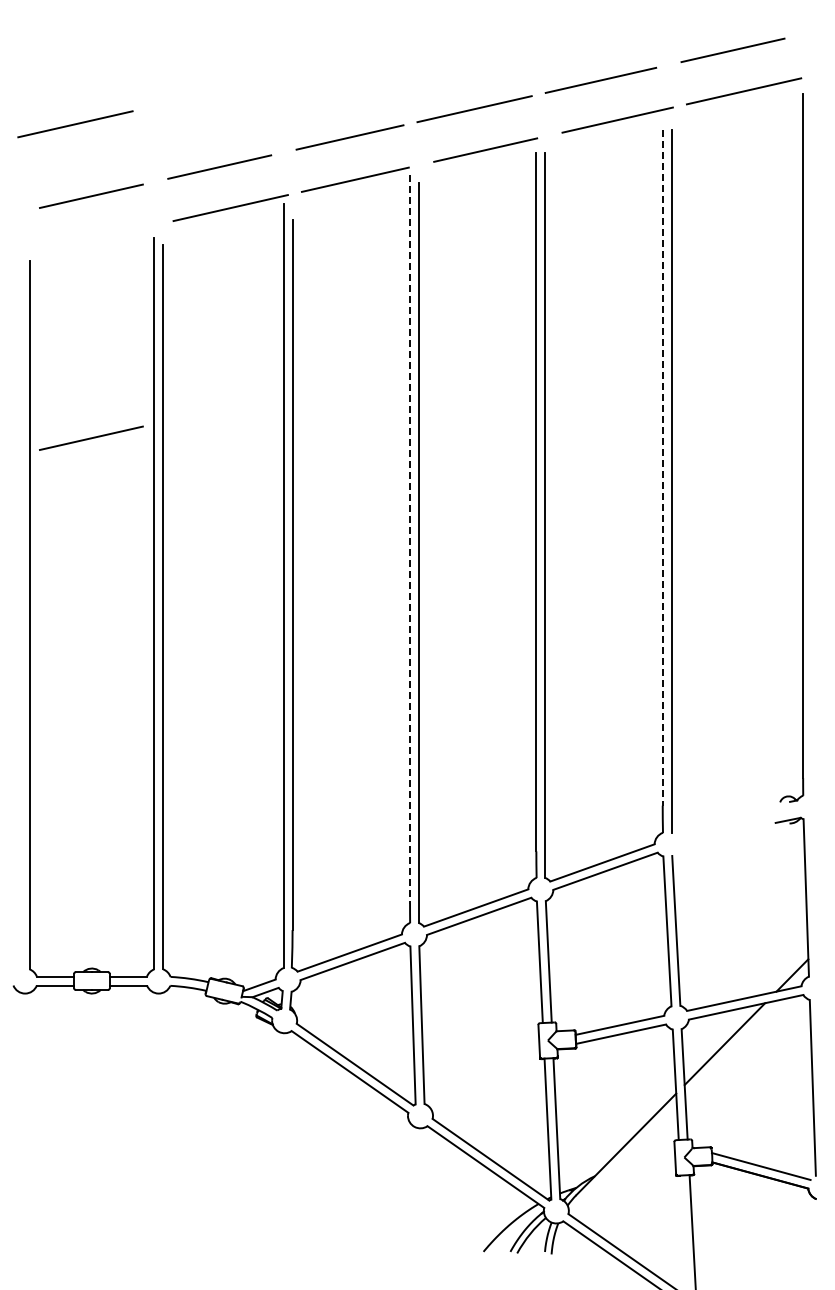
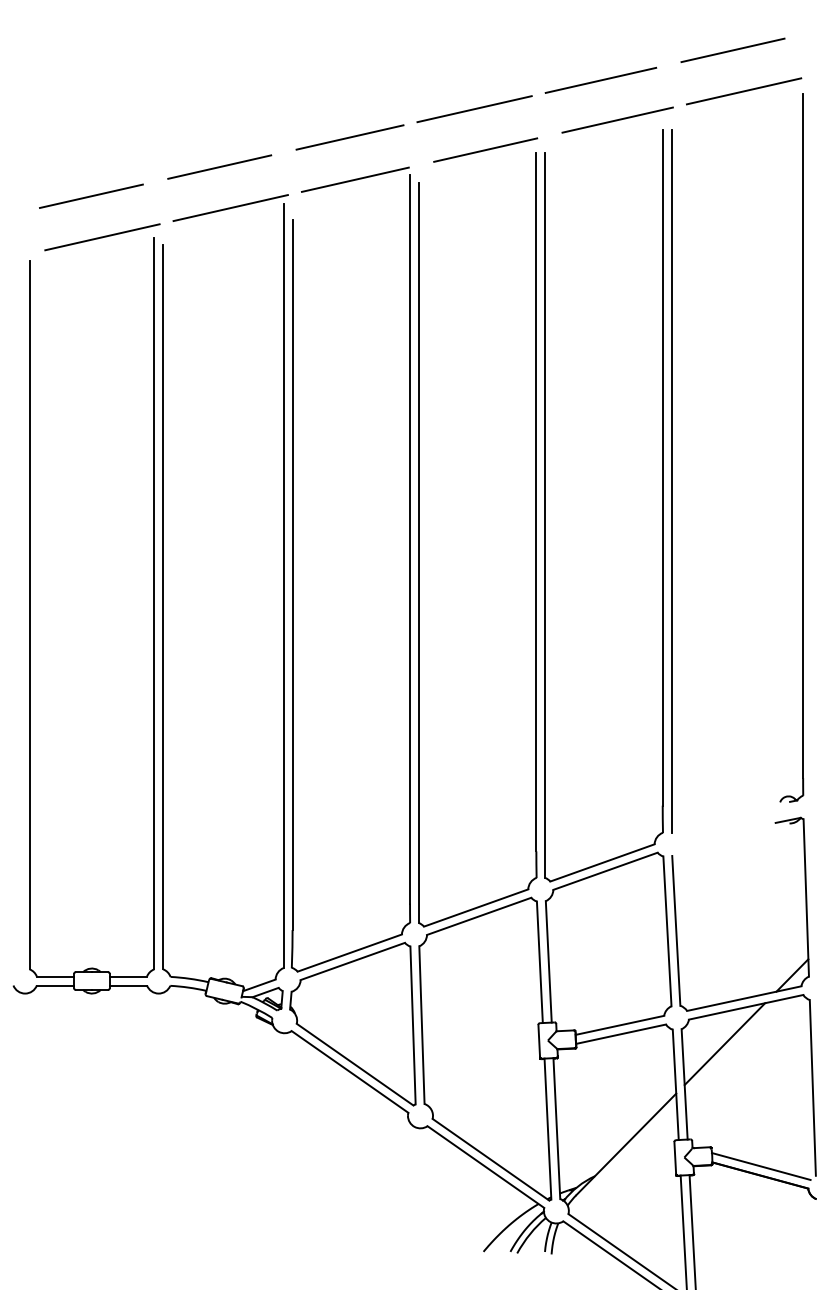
line at (75, 124) position: (75, 124) -> (102, 237)
line at (91, 437): present -> none
line at (662, 467): dashed -> solid
line at (410, 540): dashed -> solid
line at (683, 1230): none -> present
